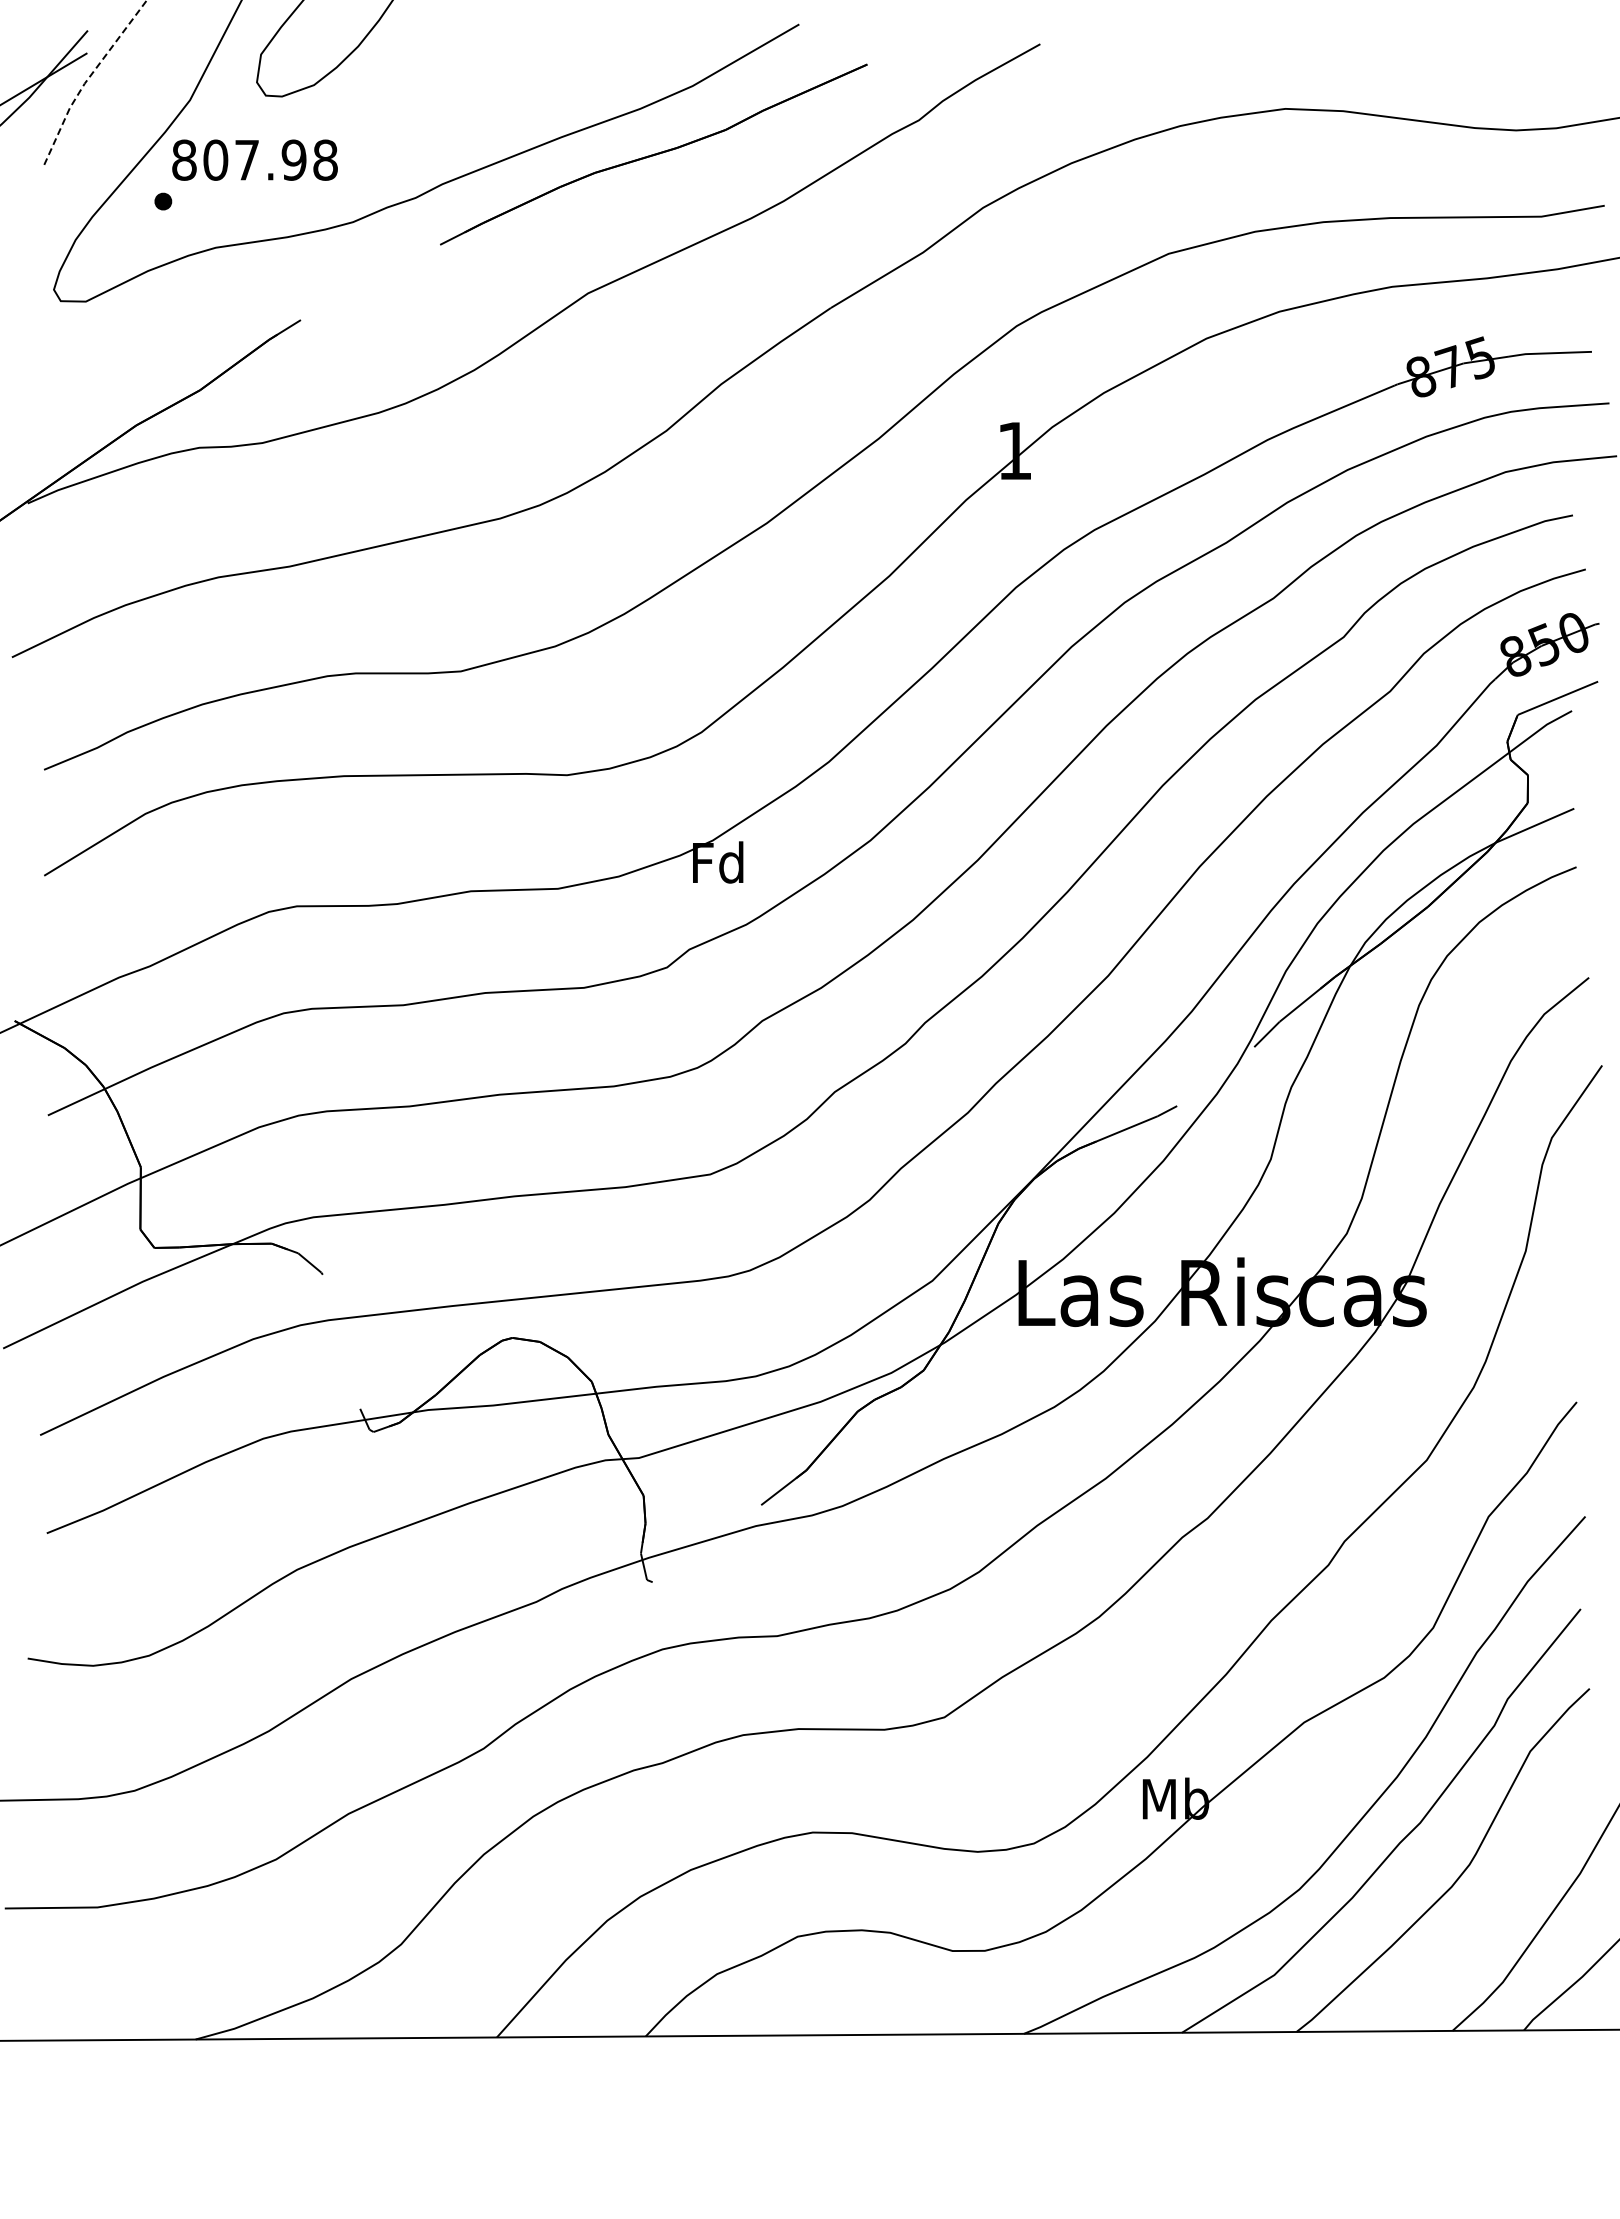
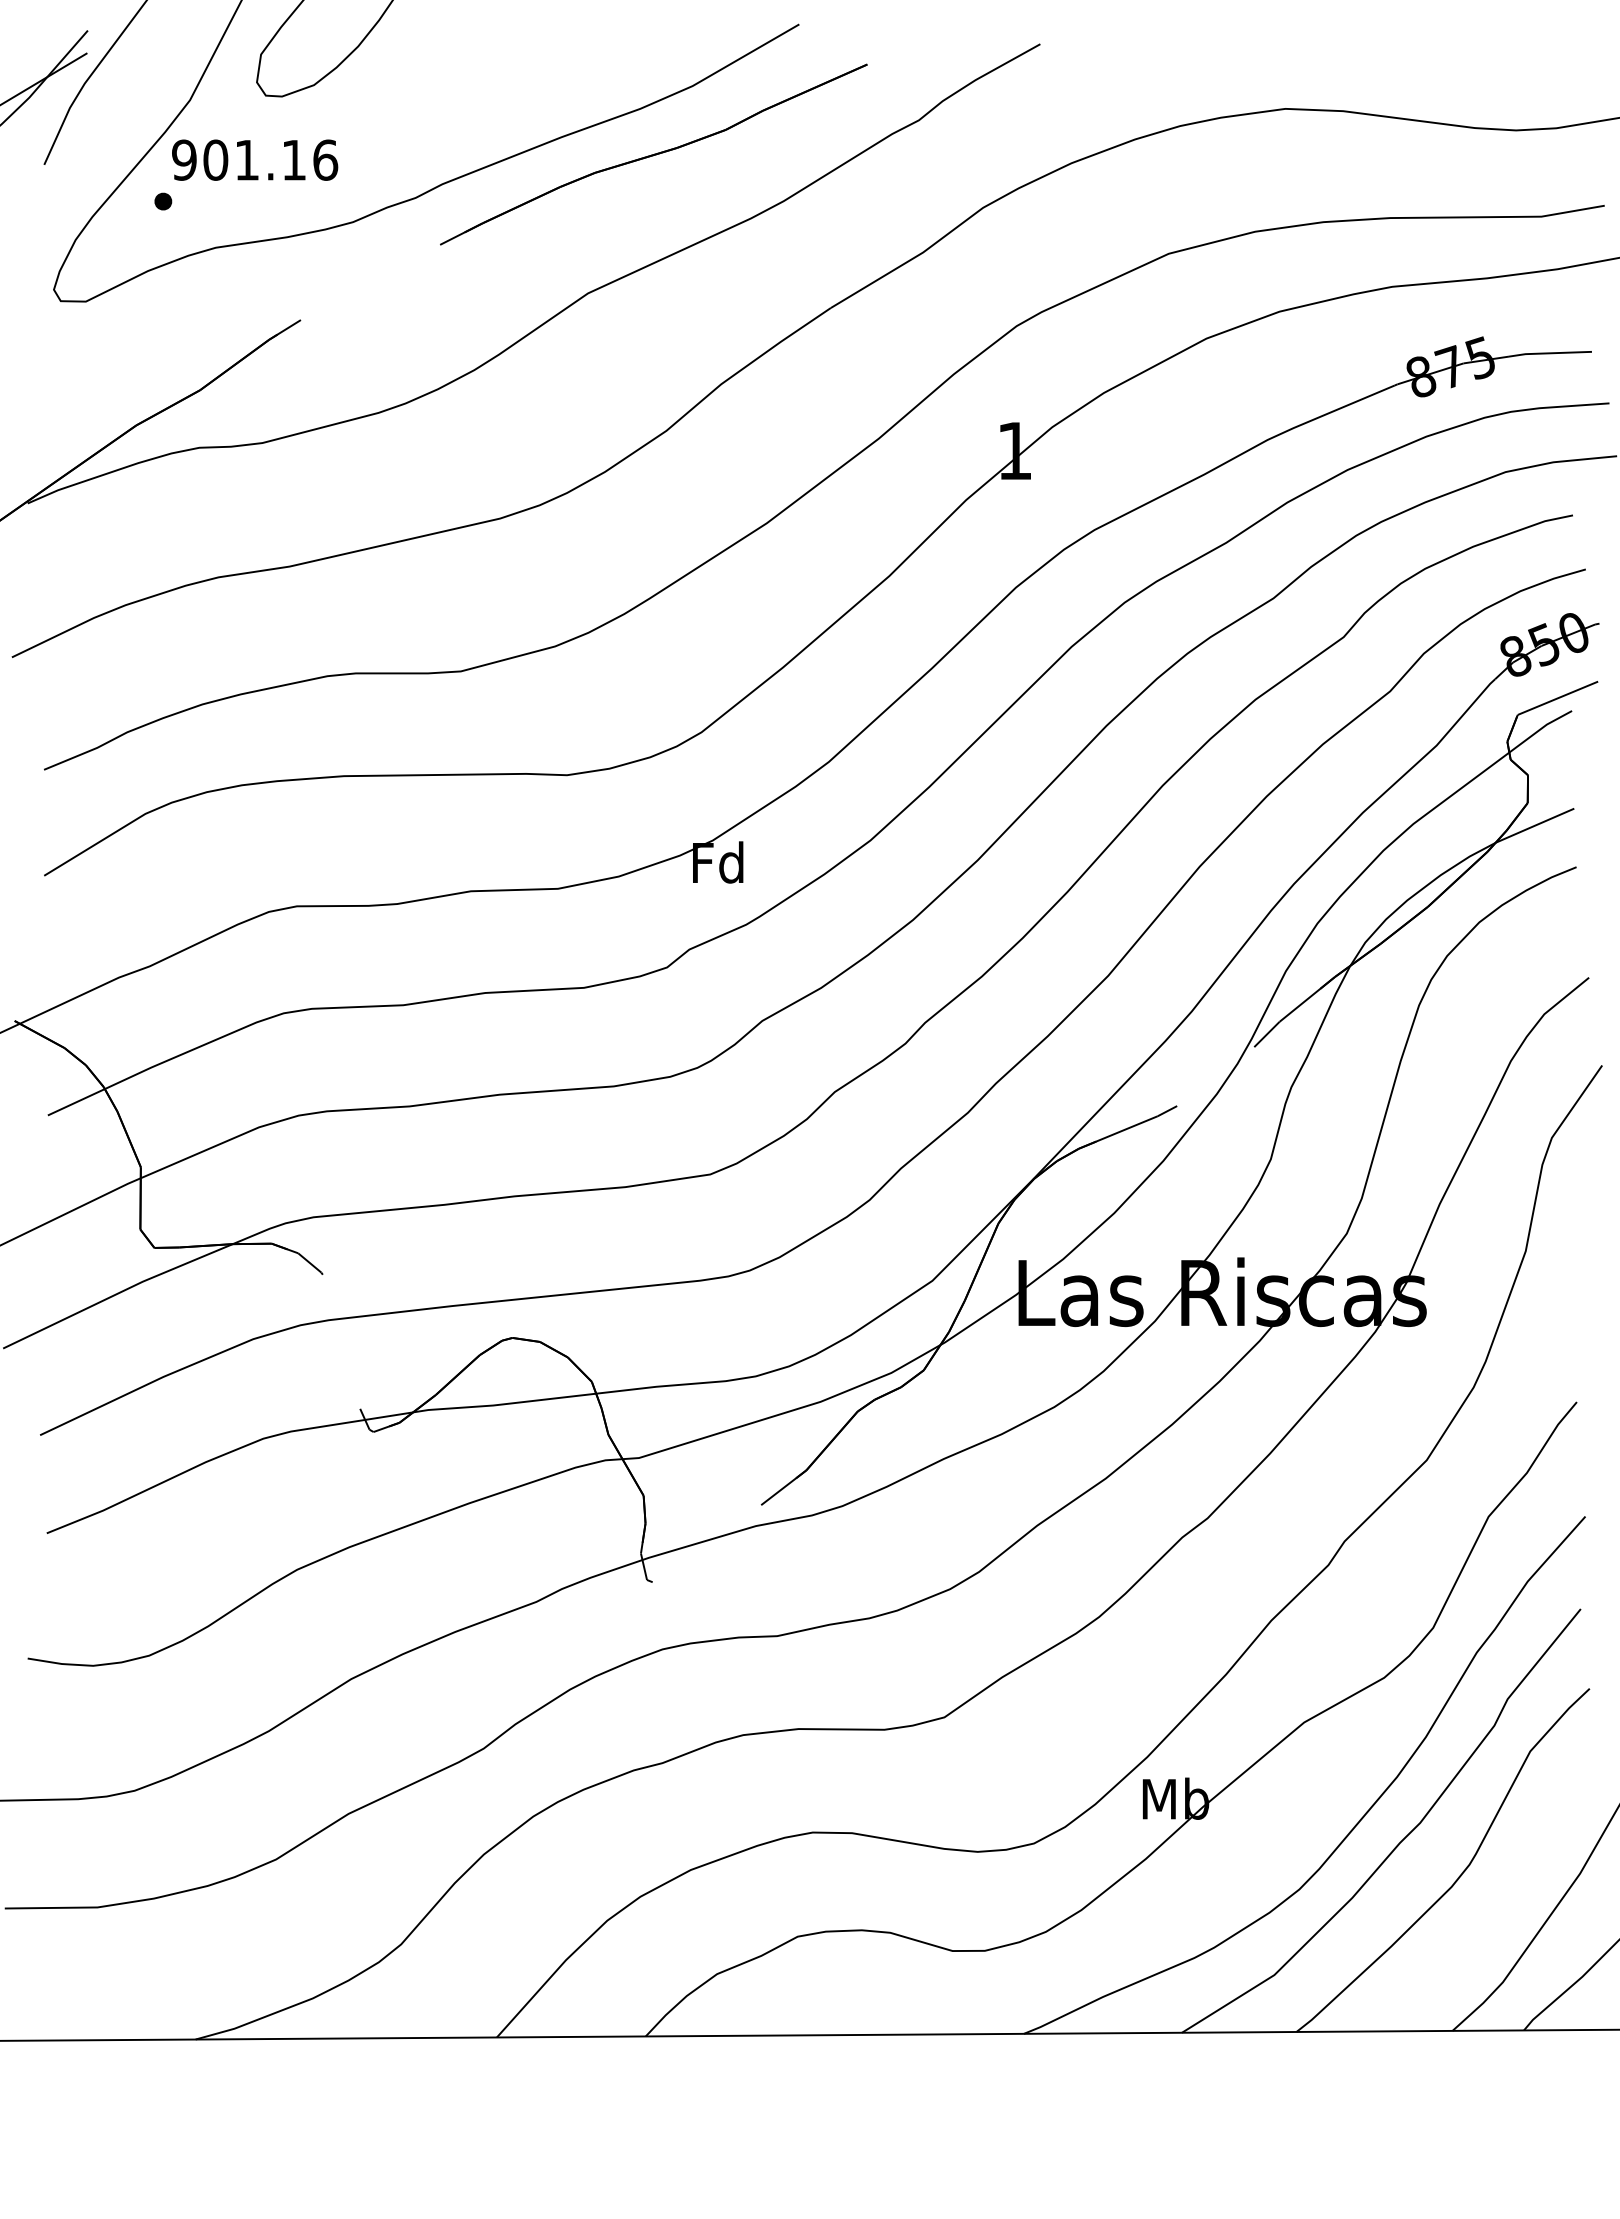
line at (87, 79): dashed -> solid
text at (255, 159): 807.98 -> 901.16
